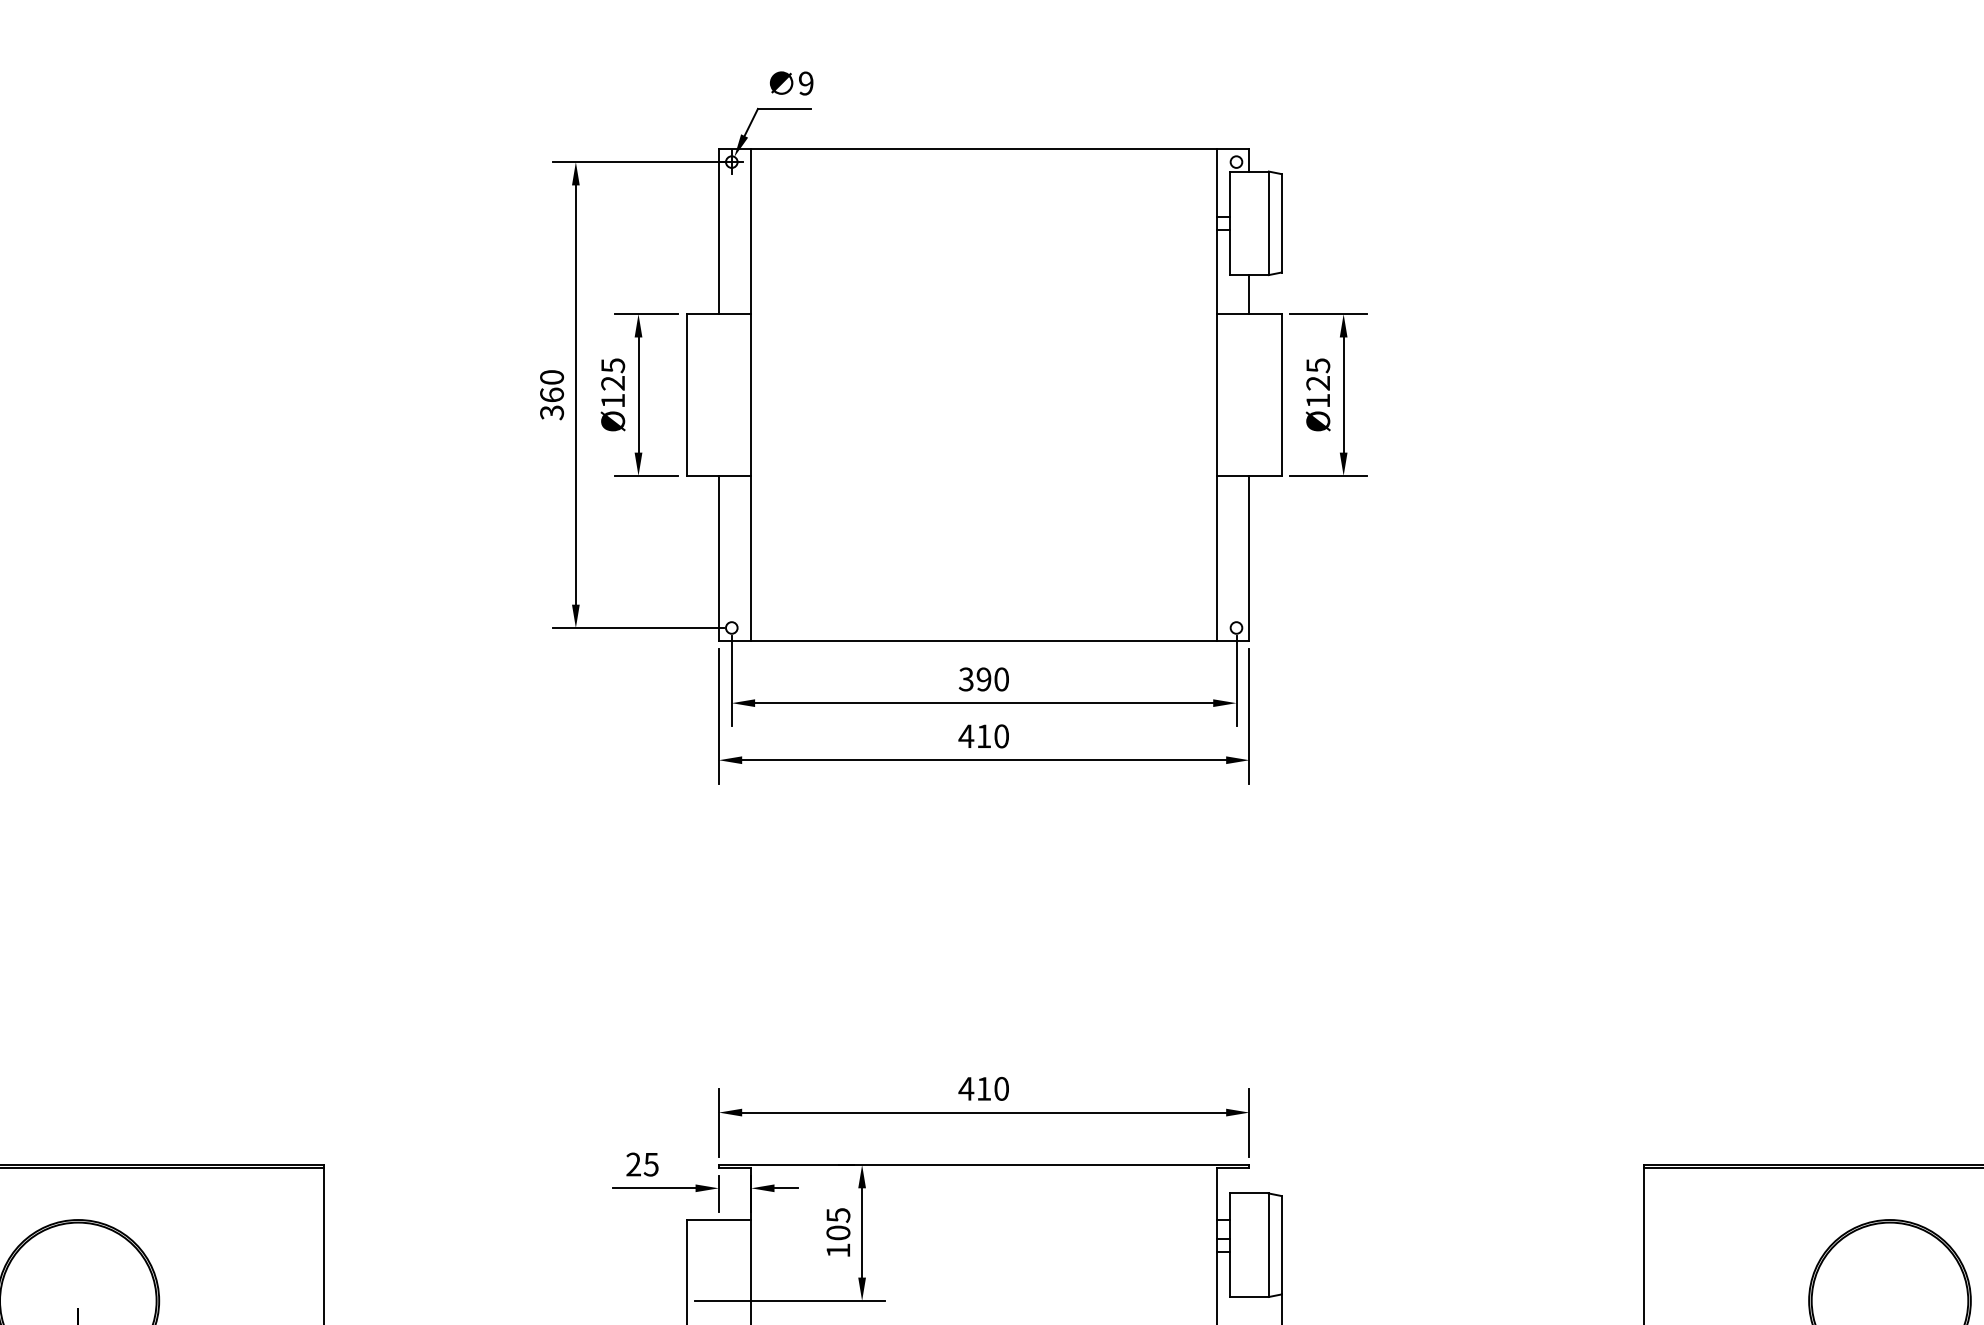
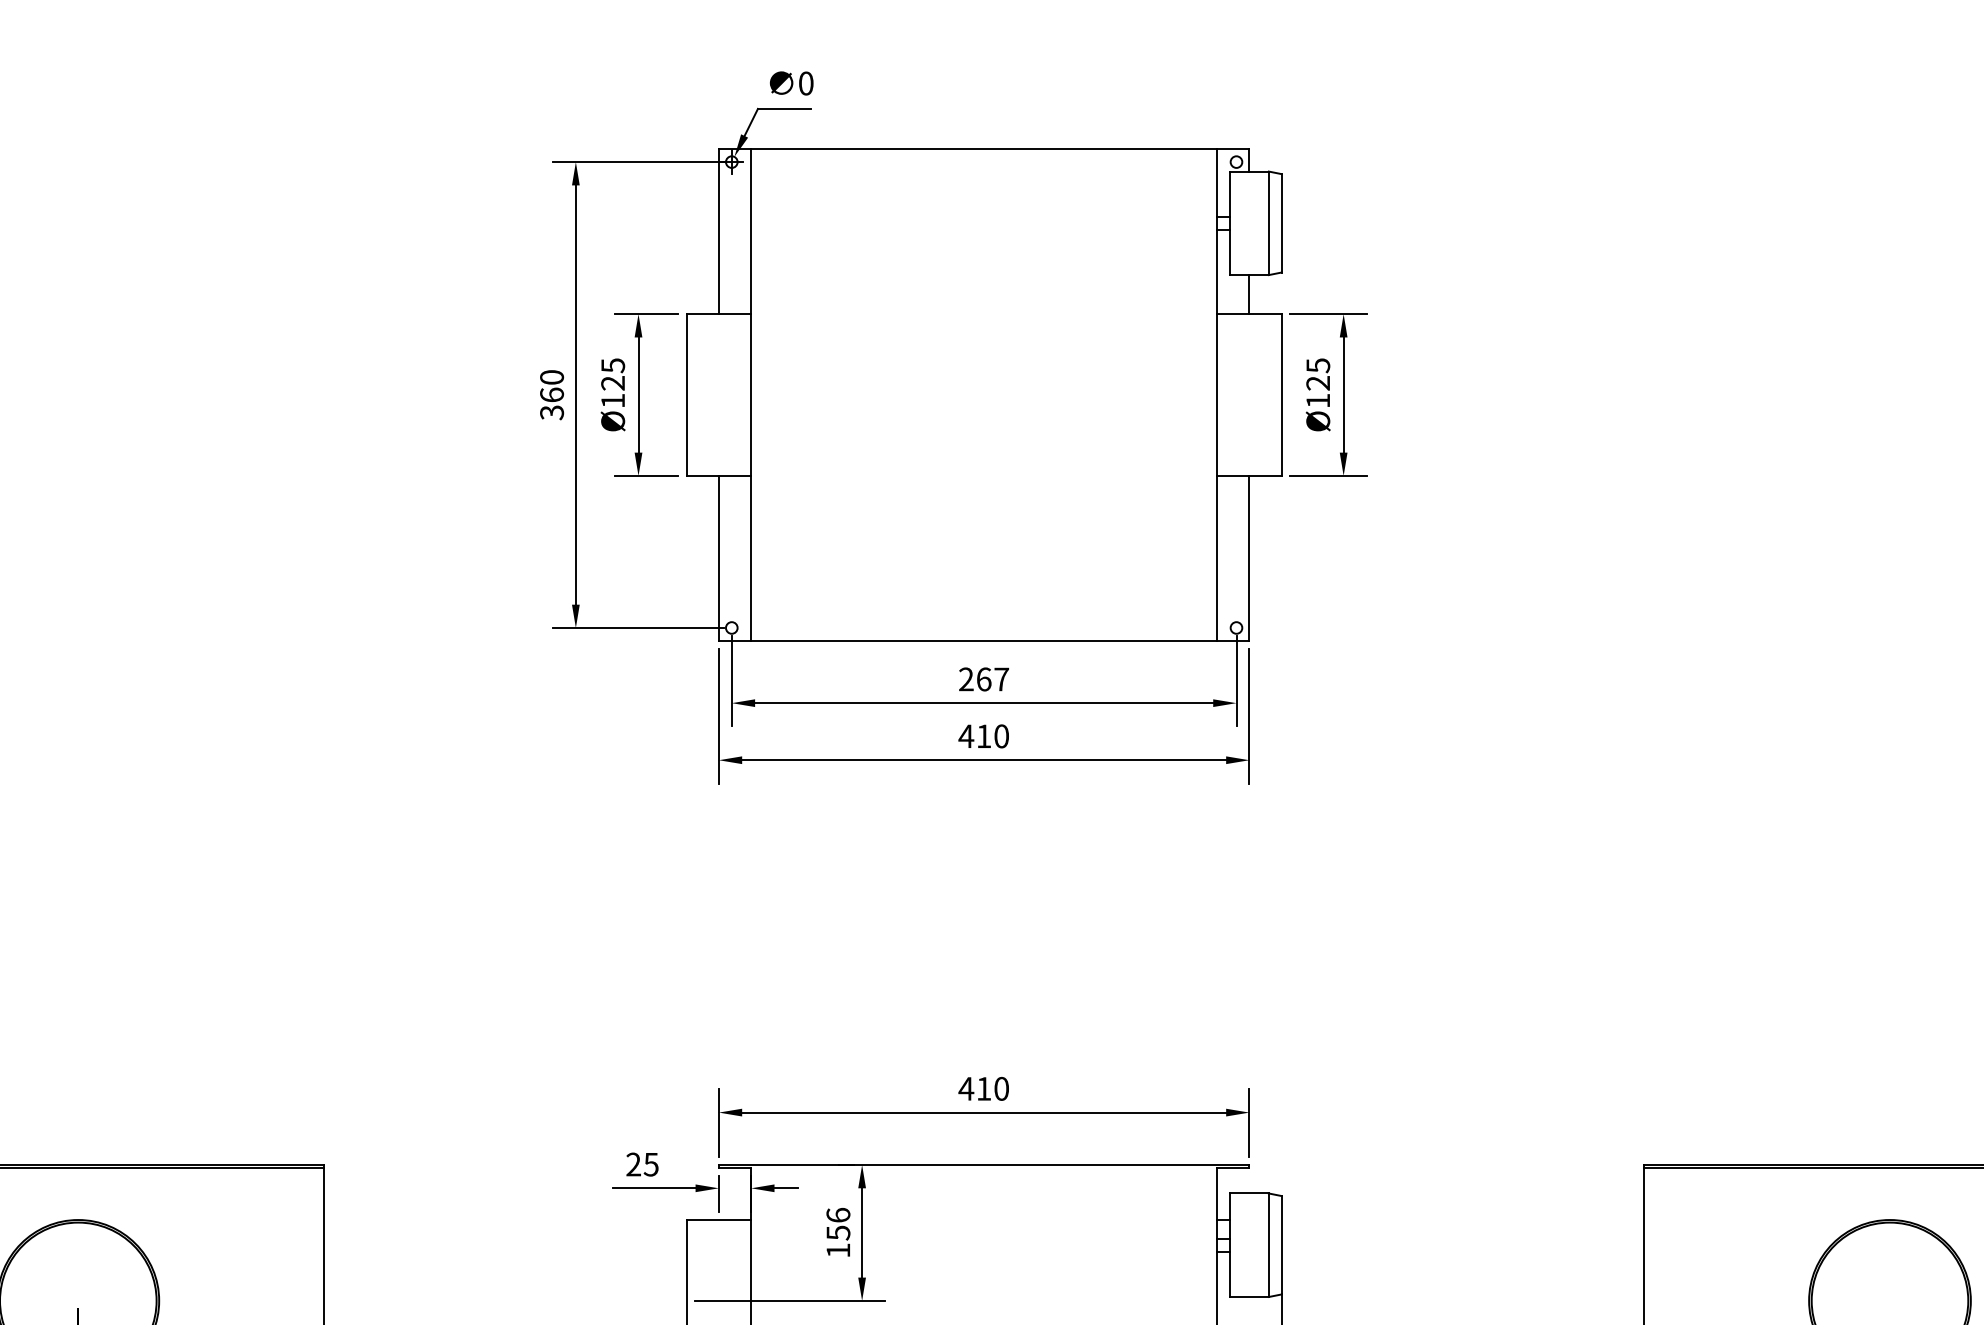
text at (806, 83): 9 -> 0
text at (983, 679): 390 -> 267
text at (838, 1223): 105 -> 156
